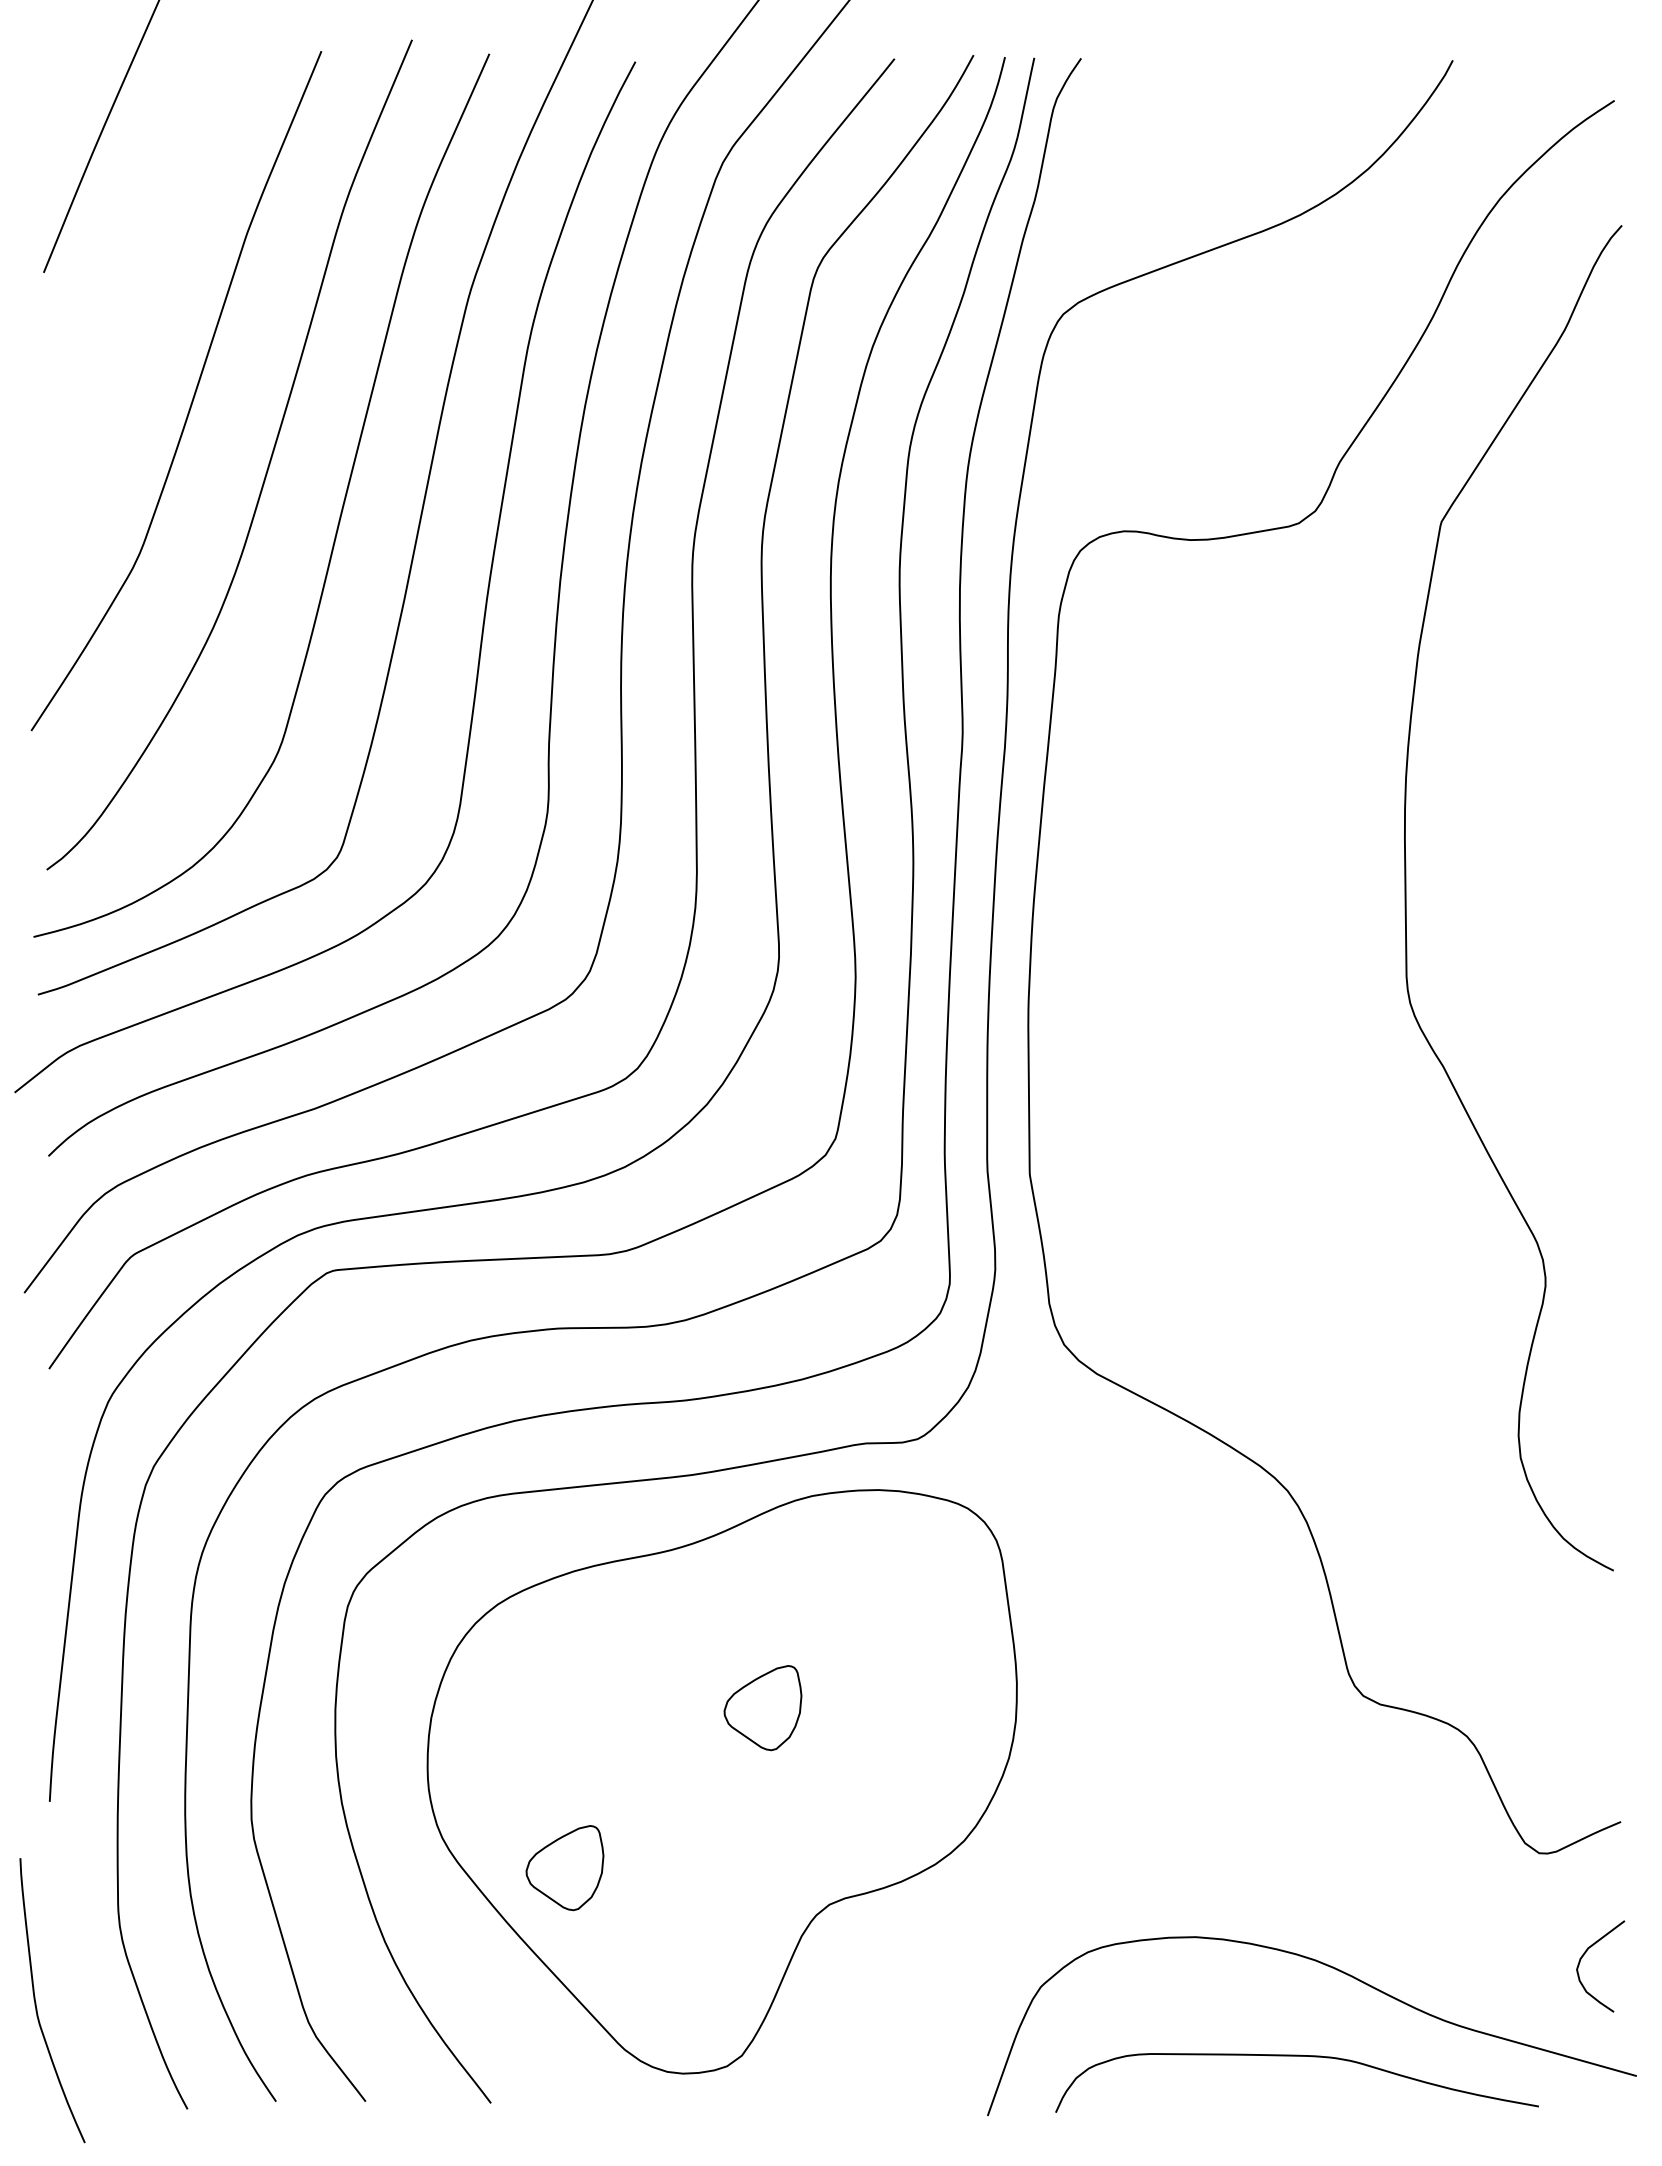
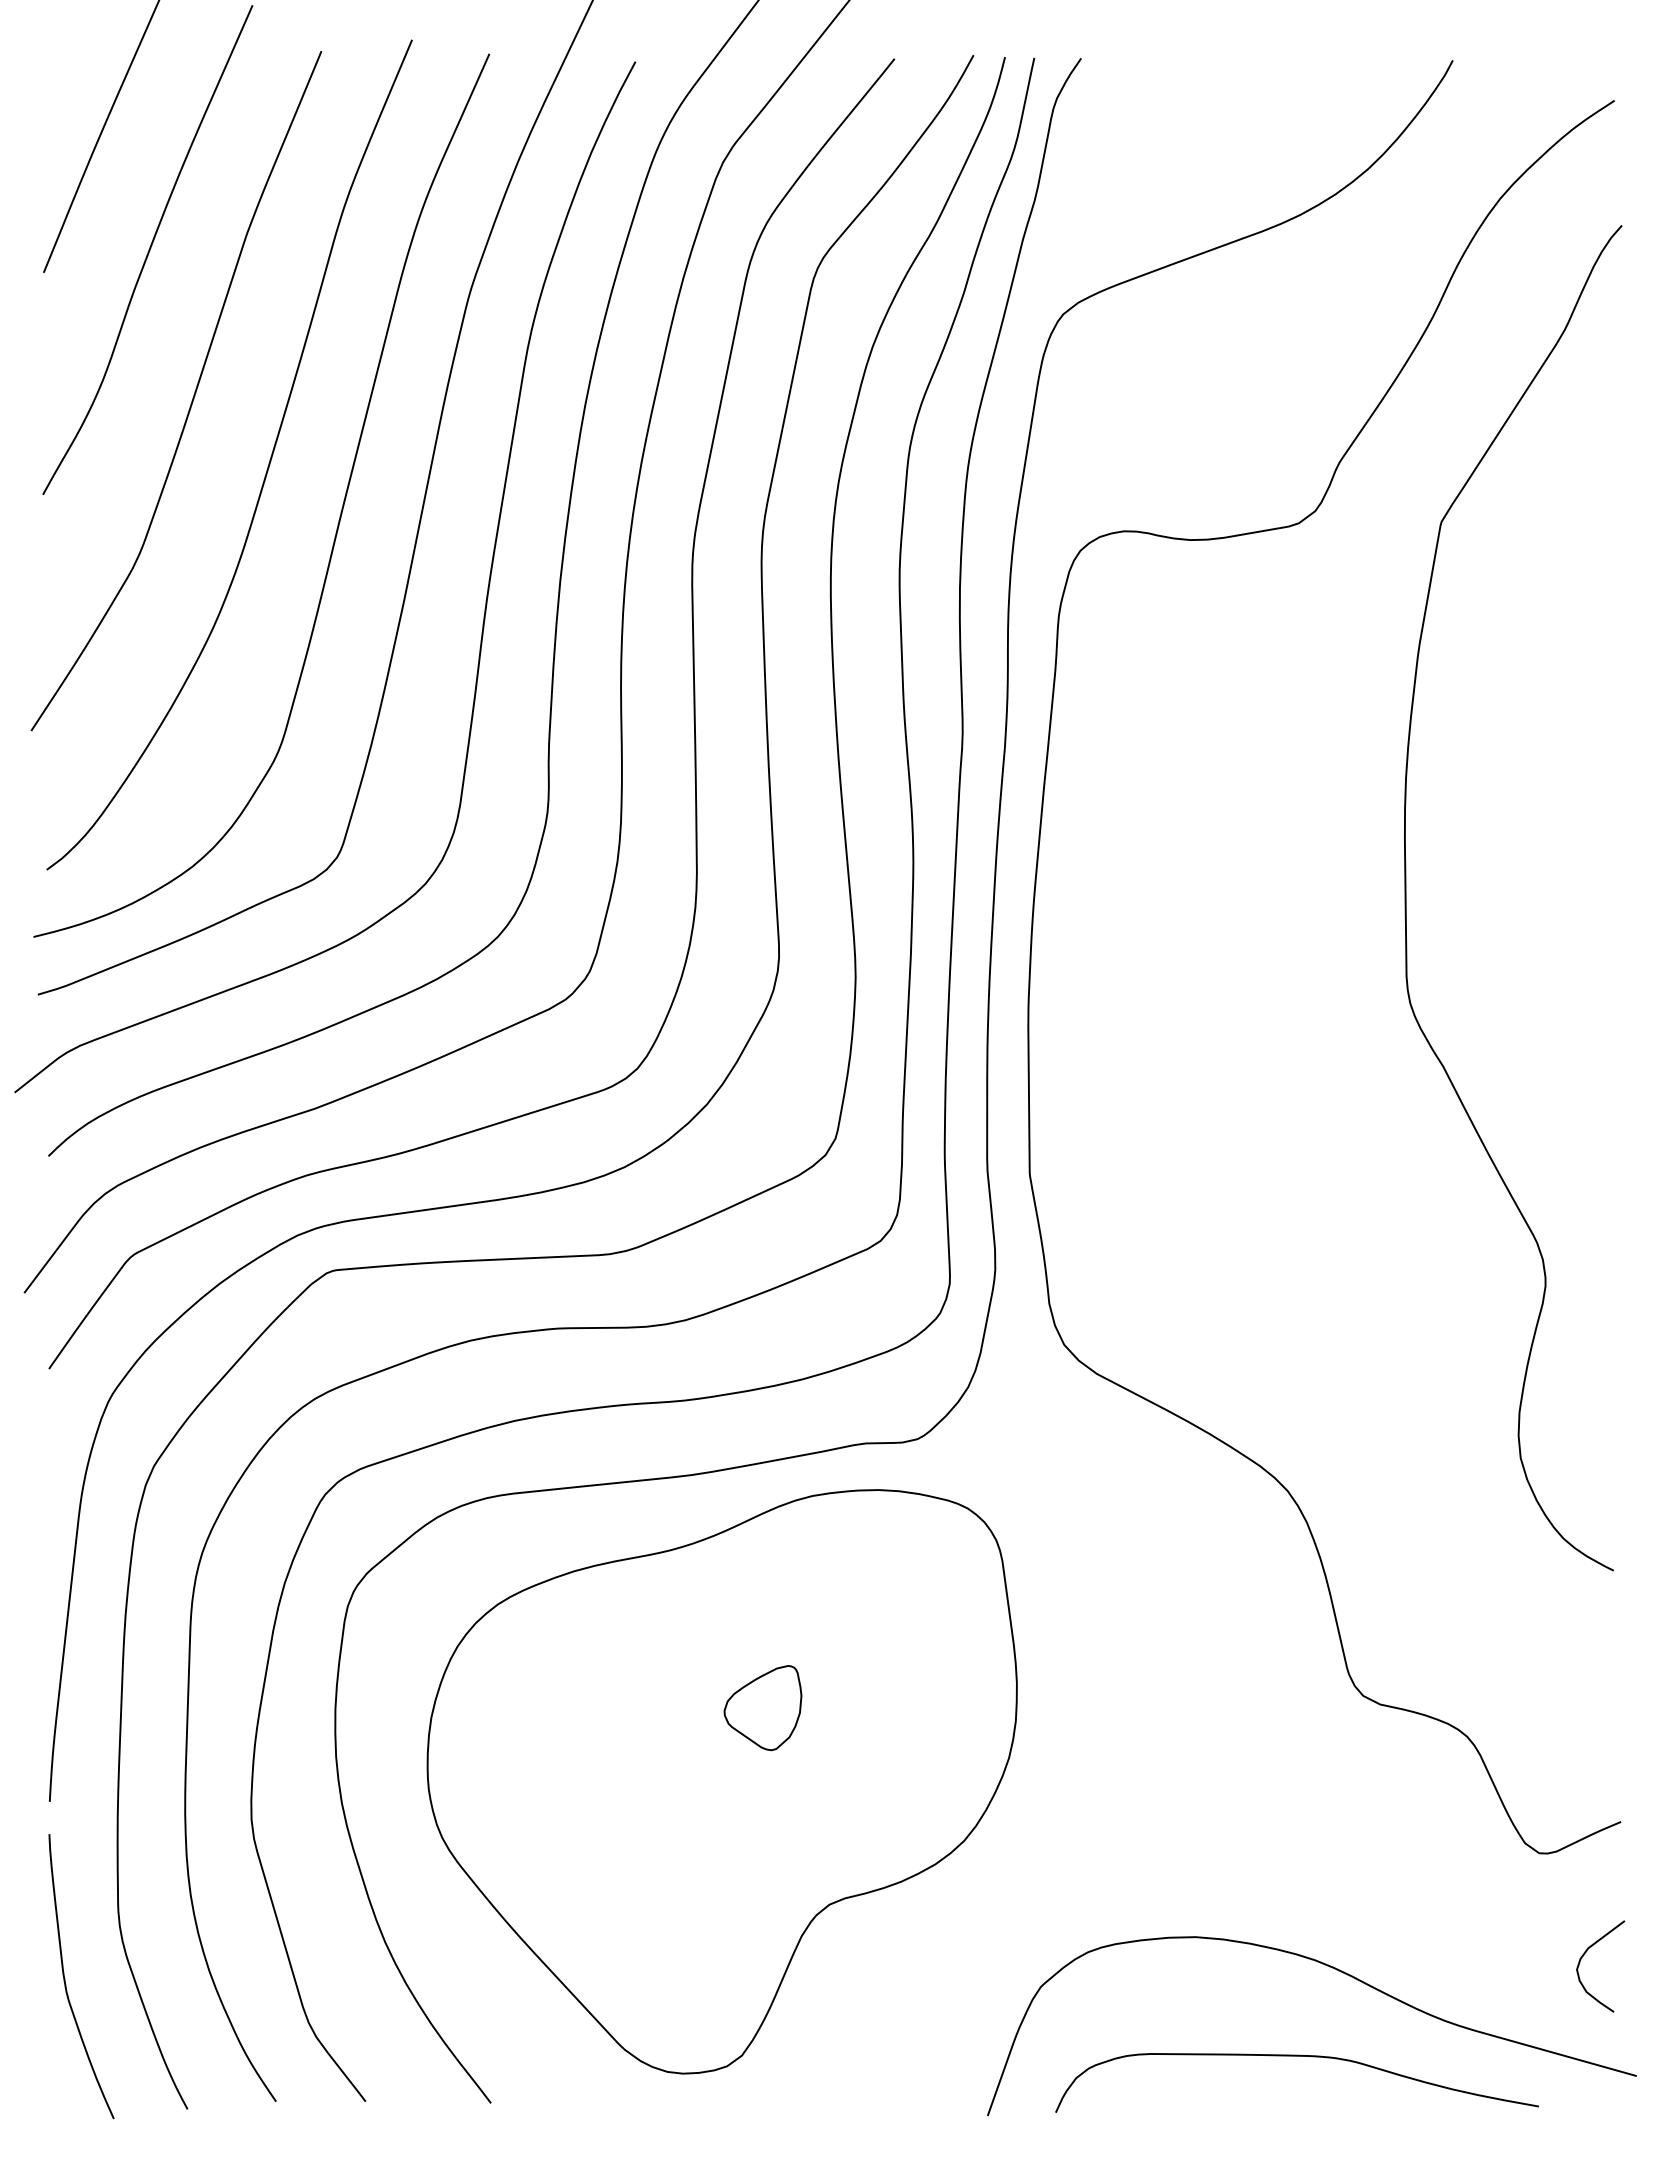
curve at (148, 249): none -> present
part at (564, 1868): present -> none
curve at (36, 2002) position: (36, 2002) -> (65, 1978)
